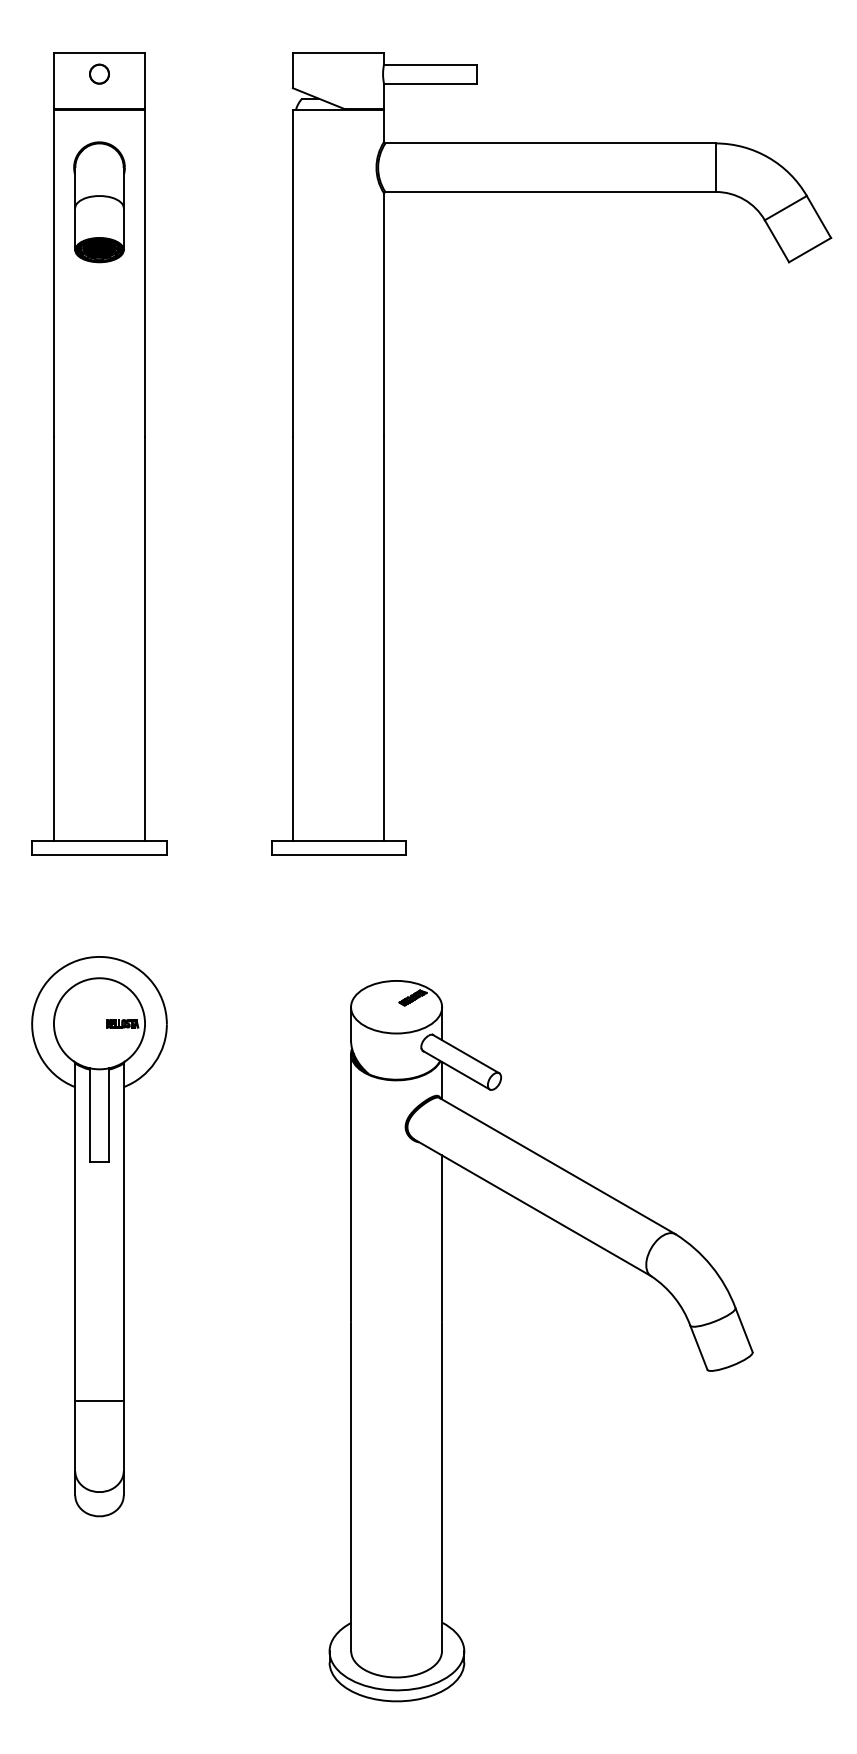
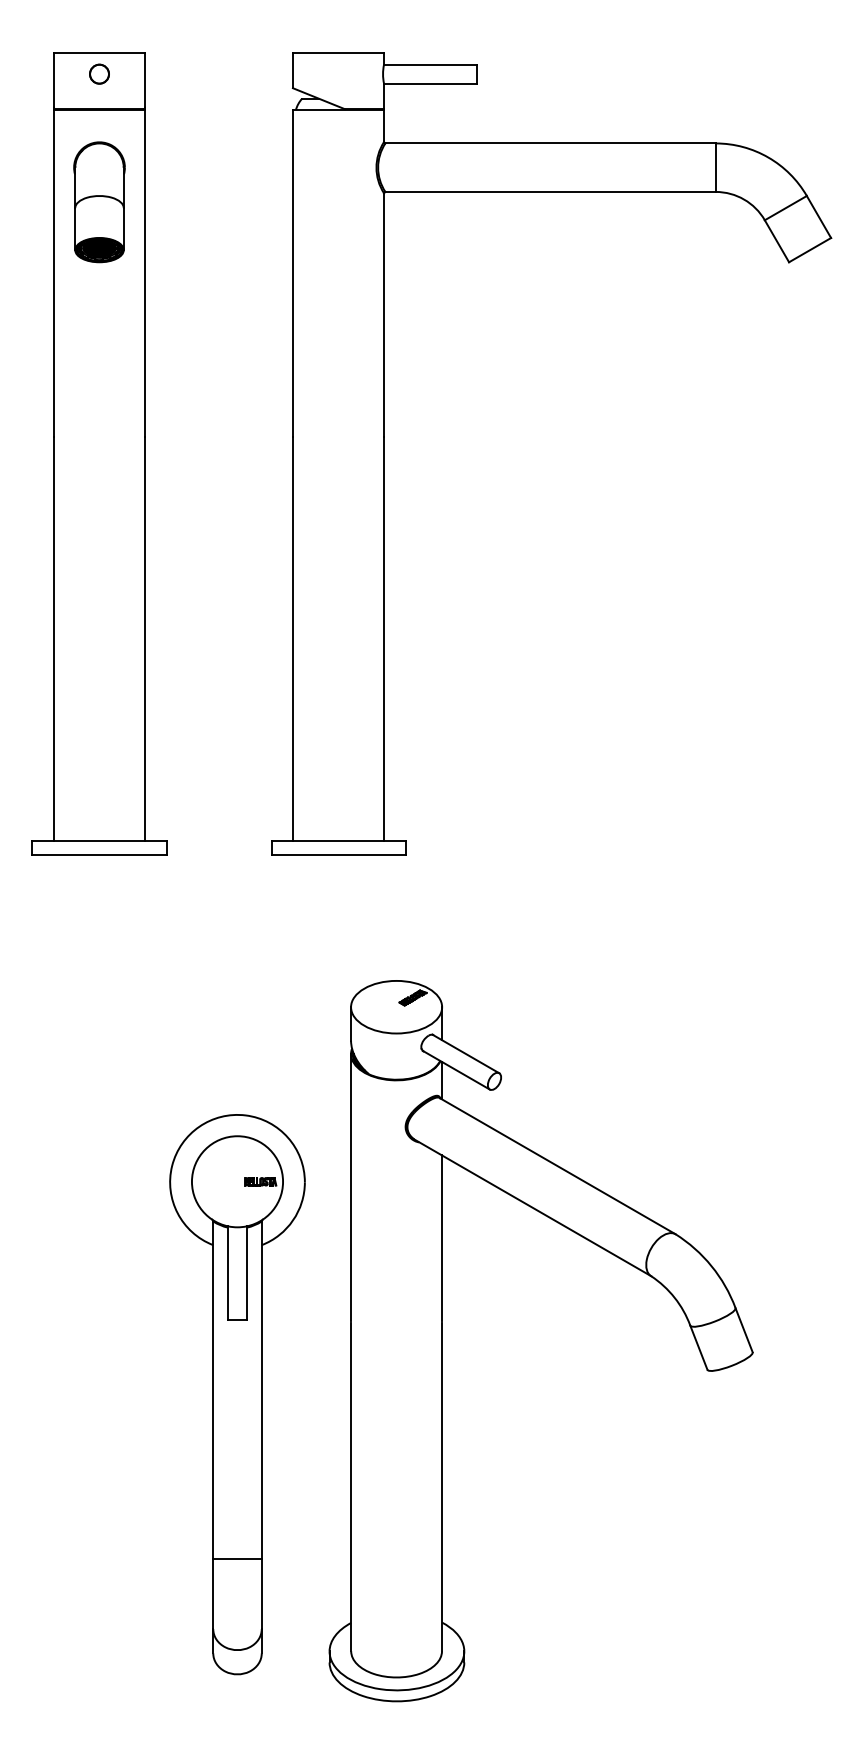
part at (99, 1236) position: (99, 1236) -> (237, 1394)
